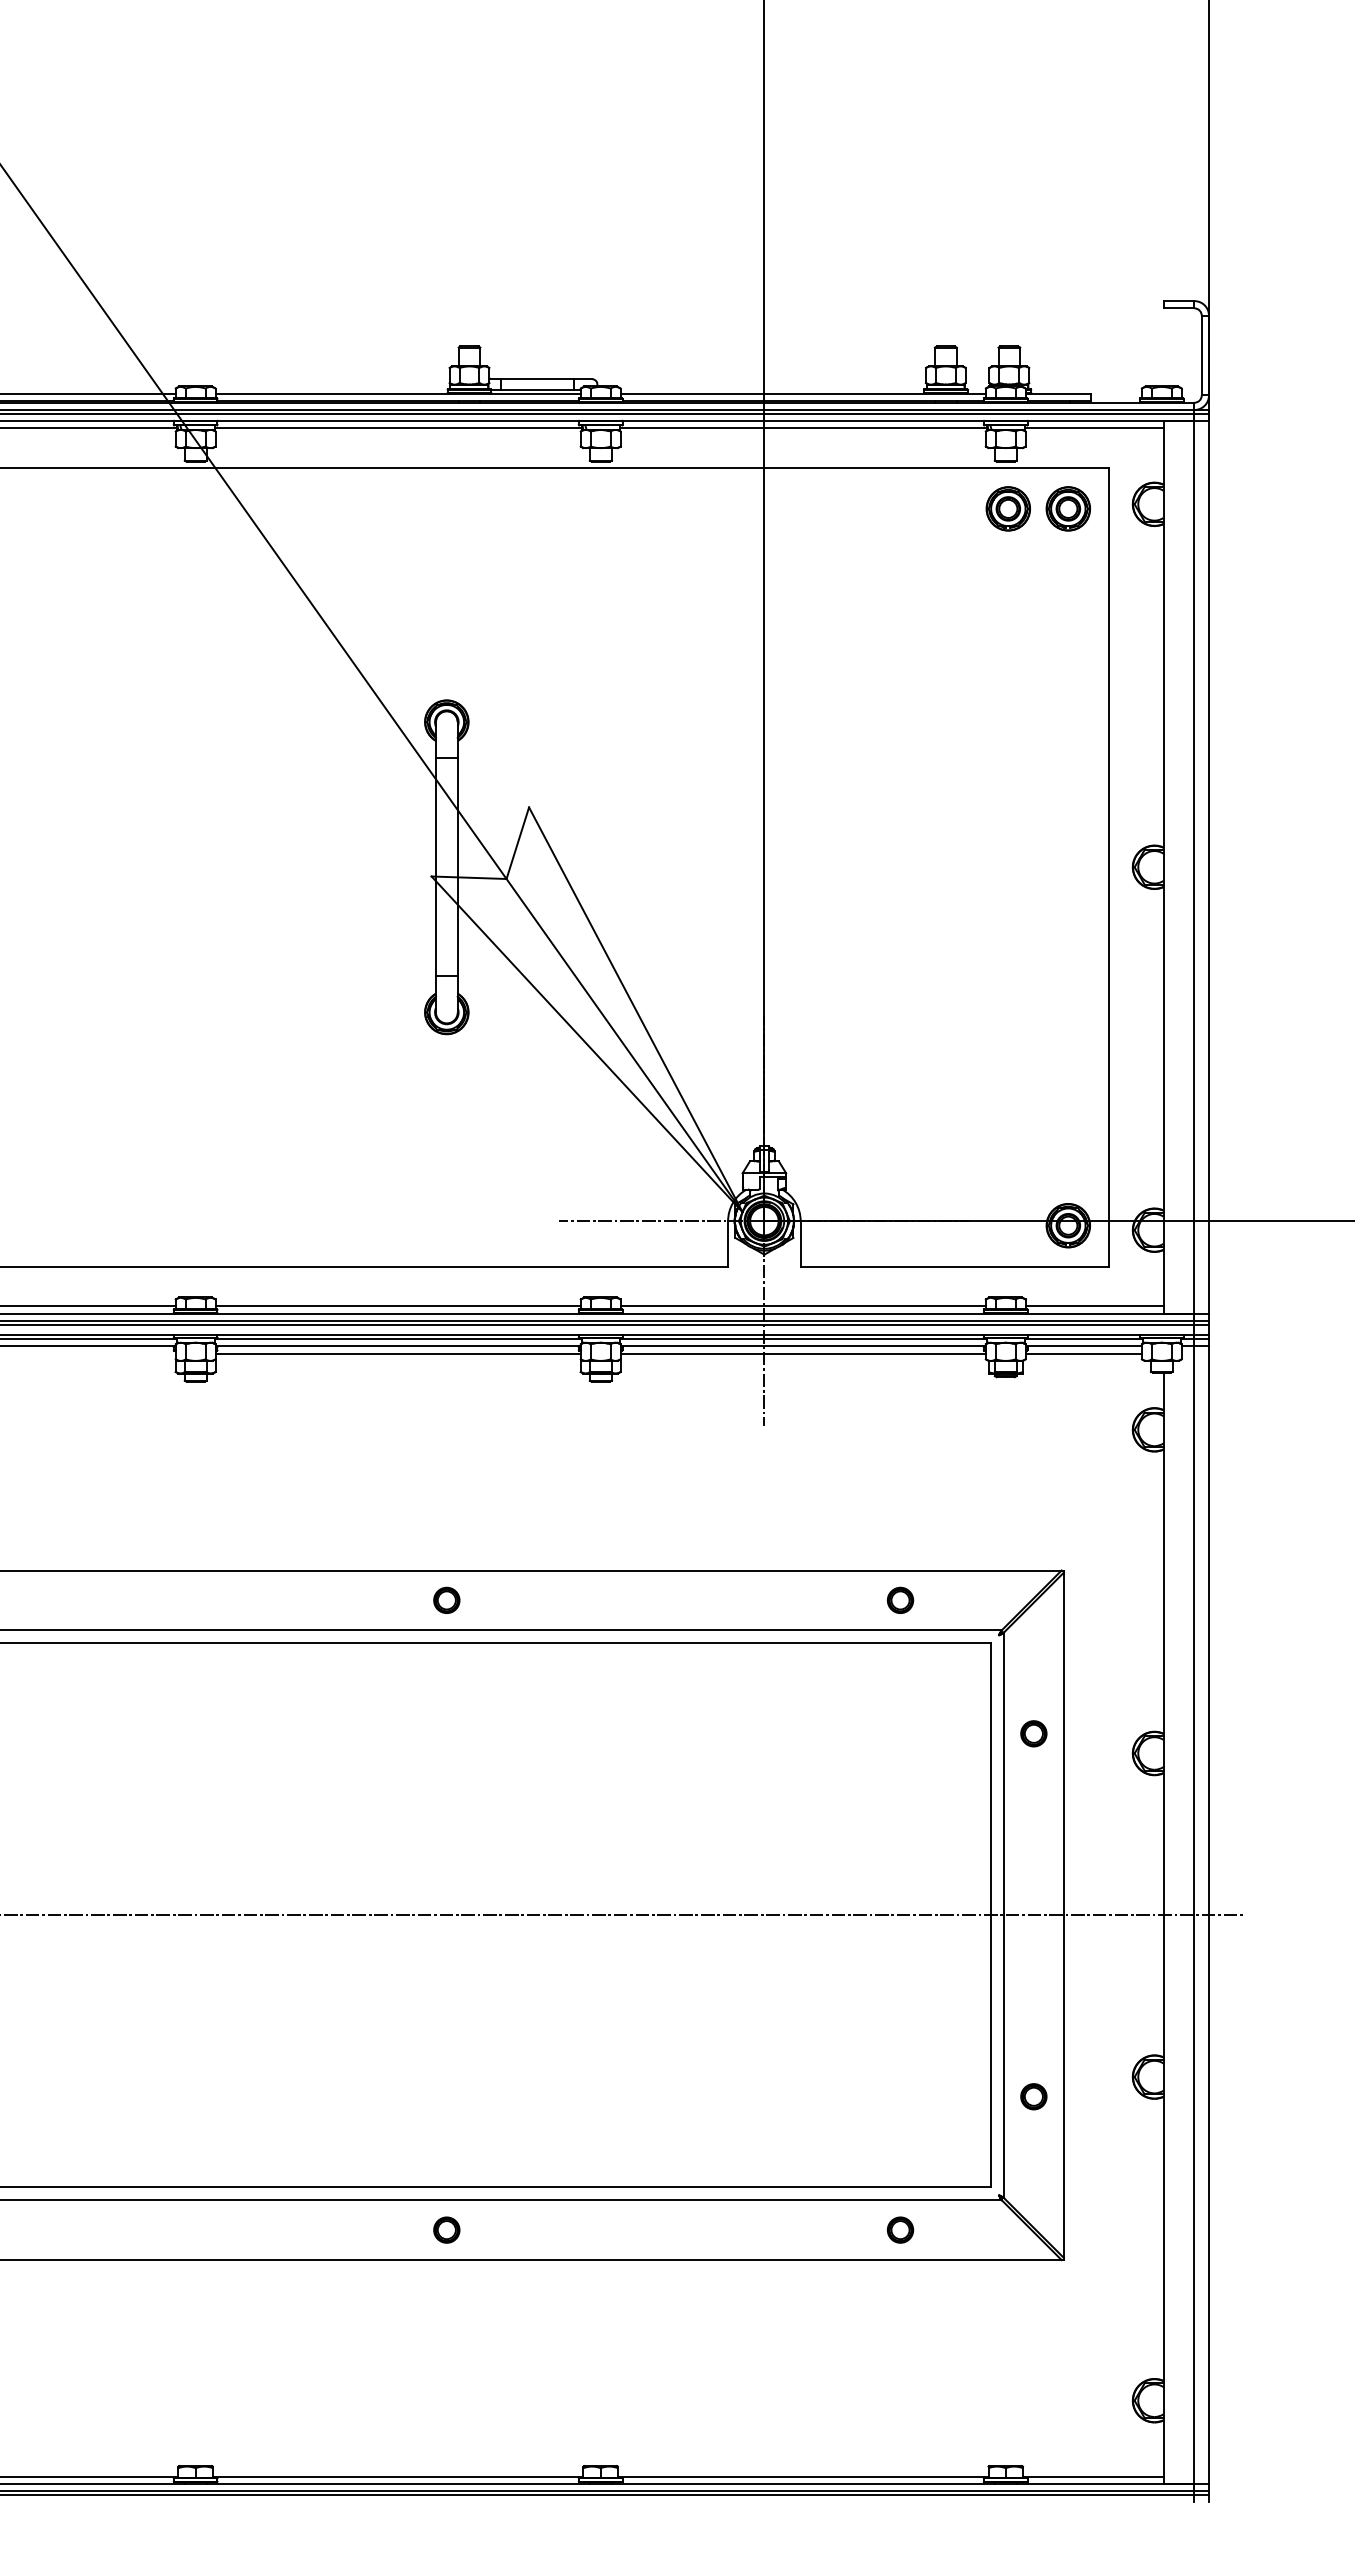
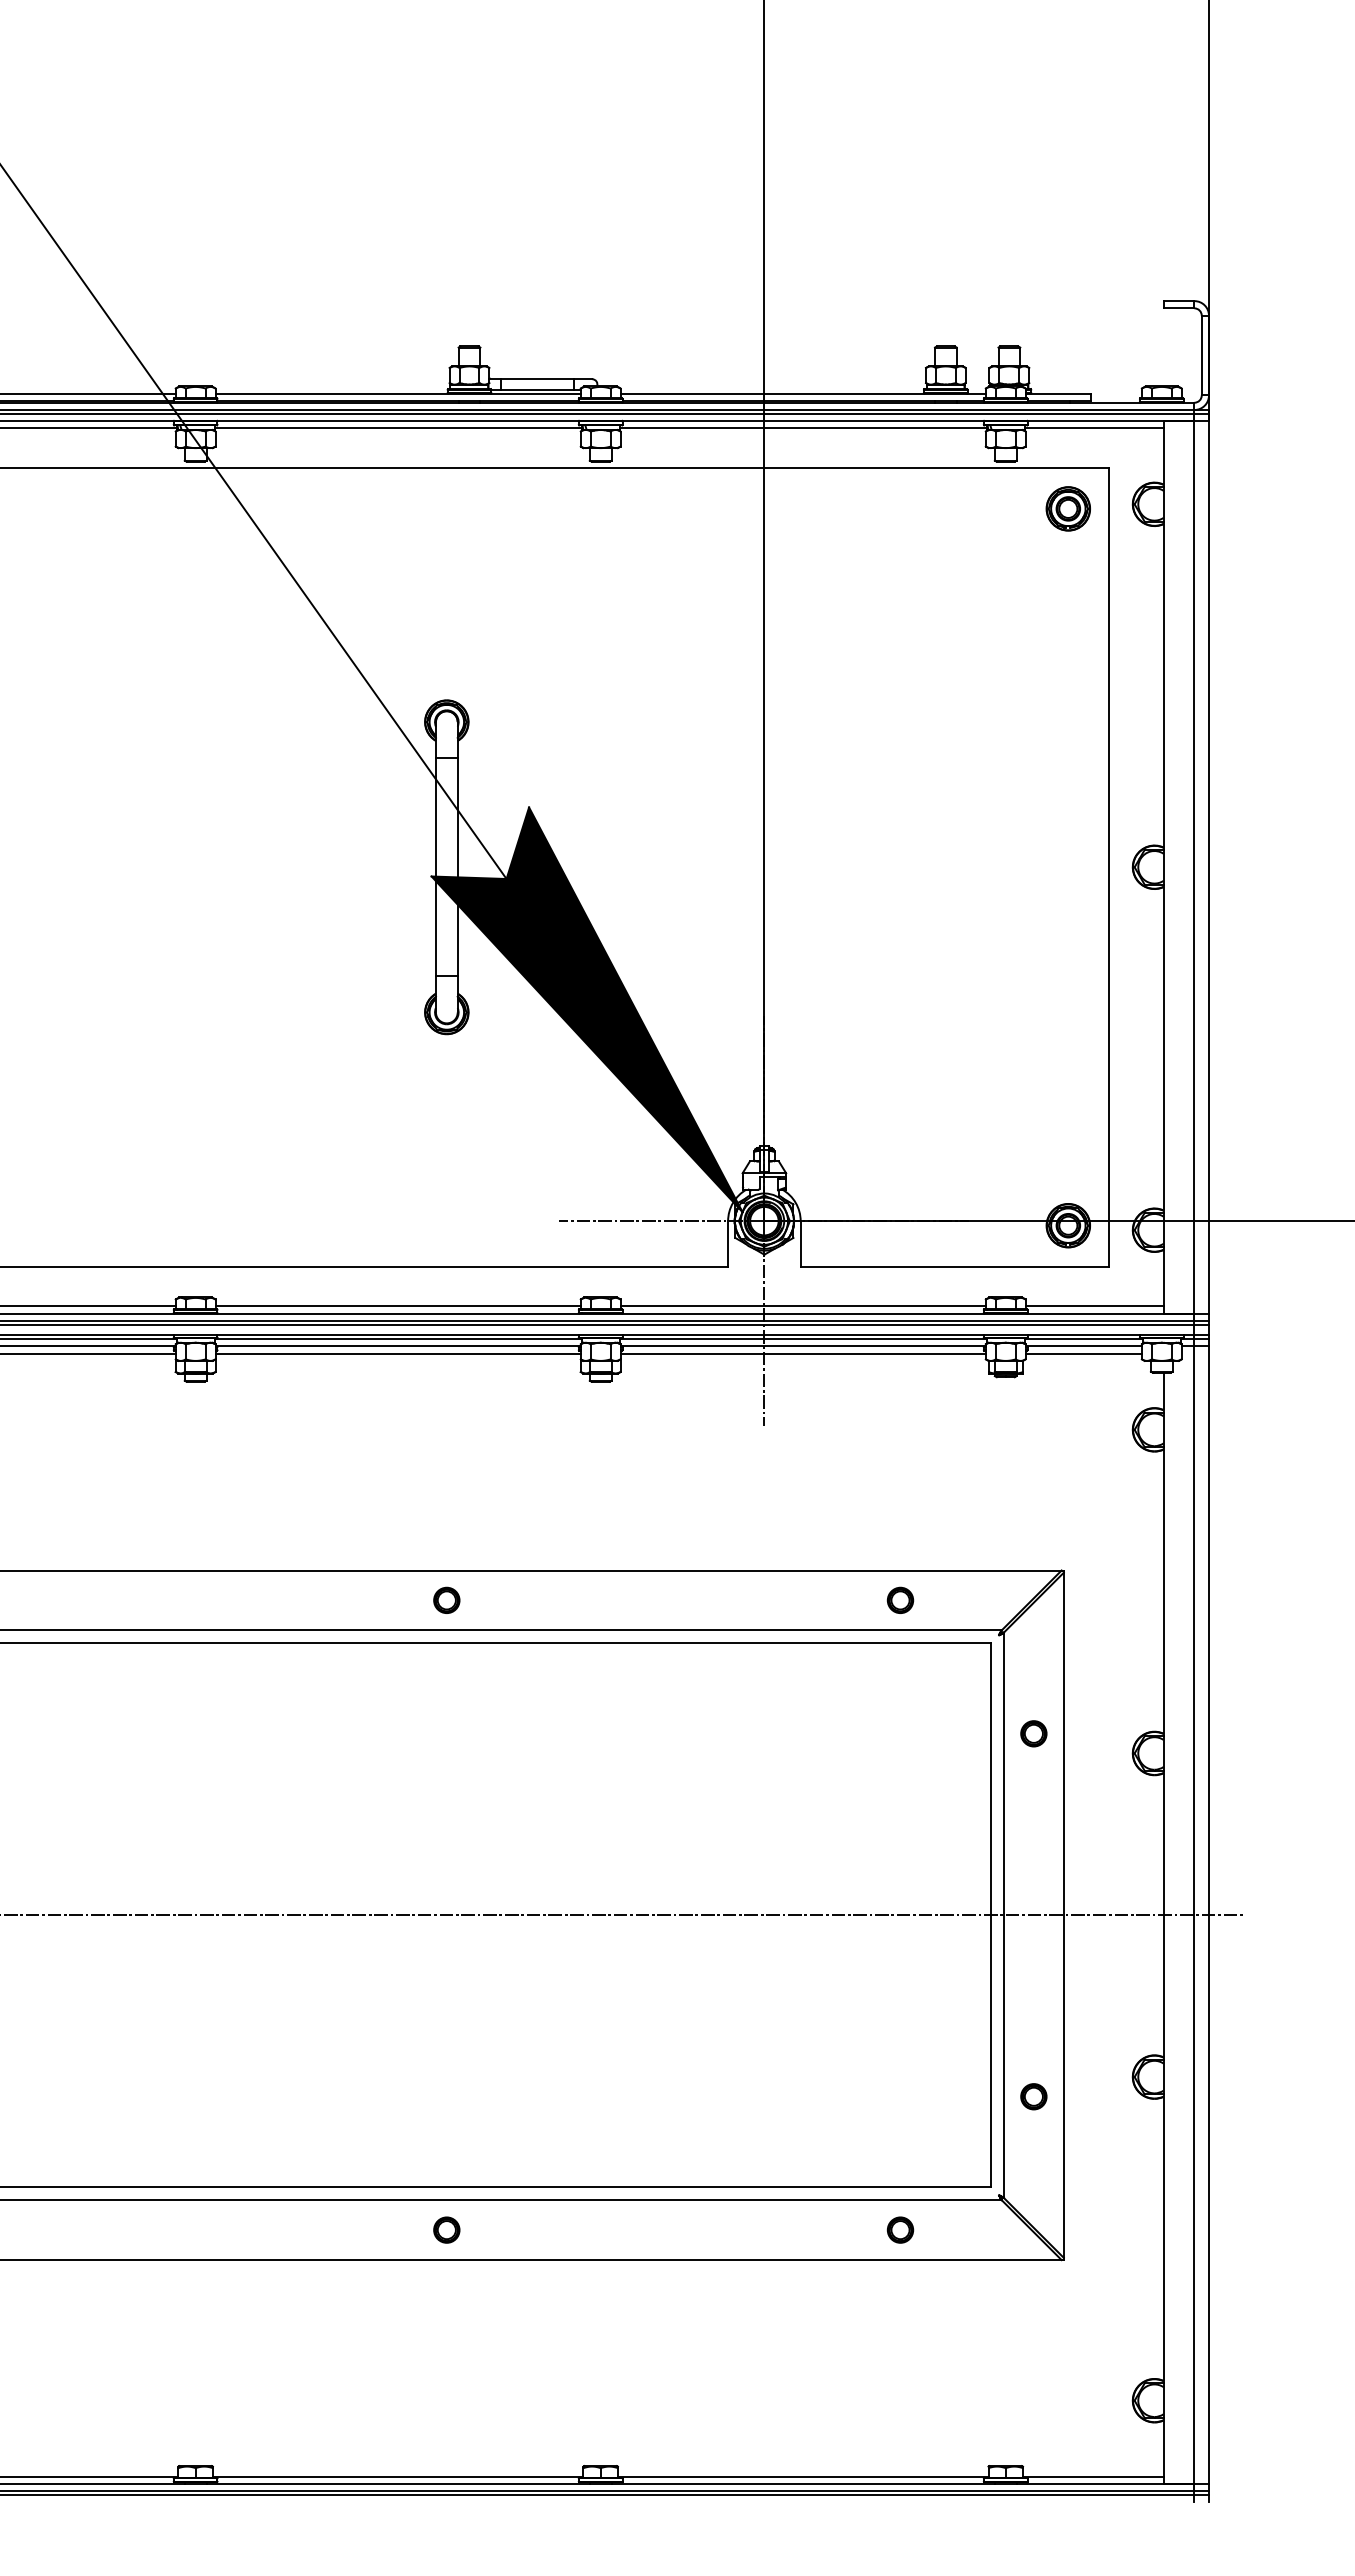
part at (1007, 508): present -> none
fill at (586, 1009): none -> present
line at (88, 1353): none -> present
